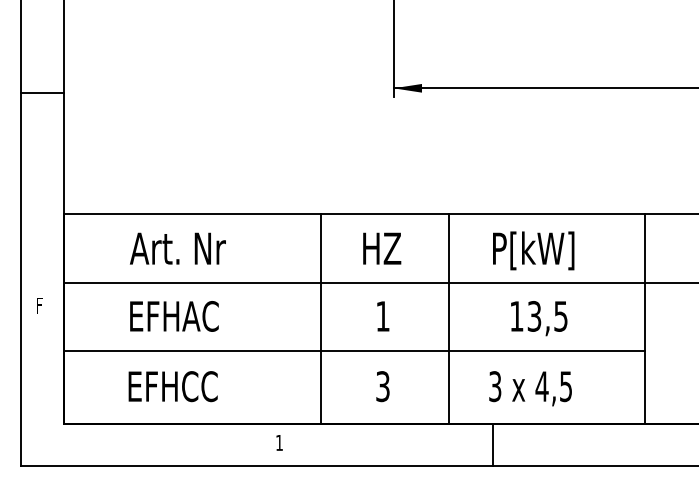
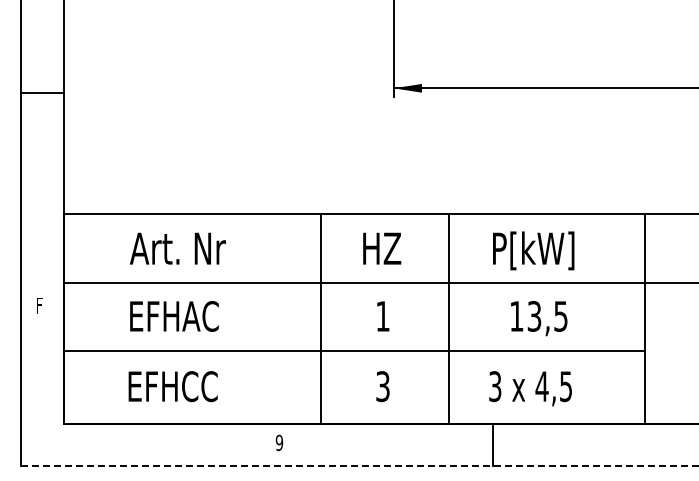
text at (279, 442): 1 -> 9
line at (359, 466): solid -> dashed
